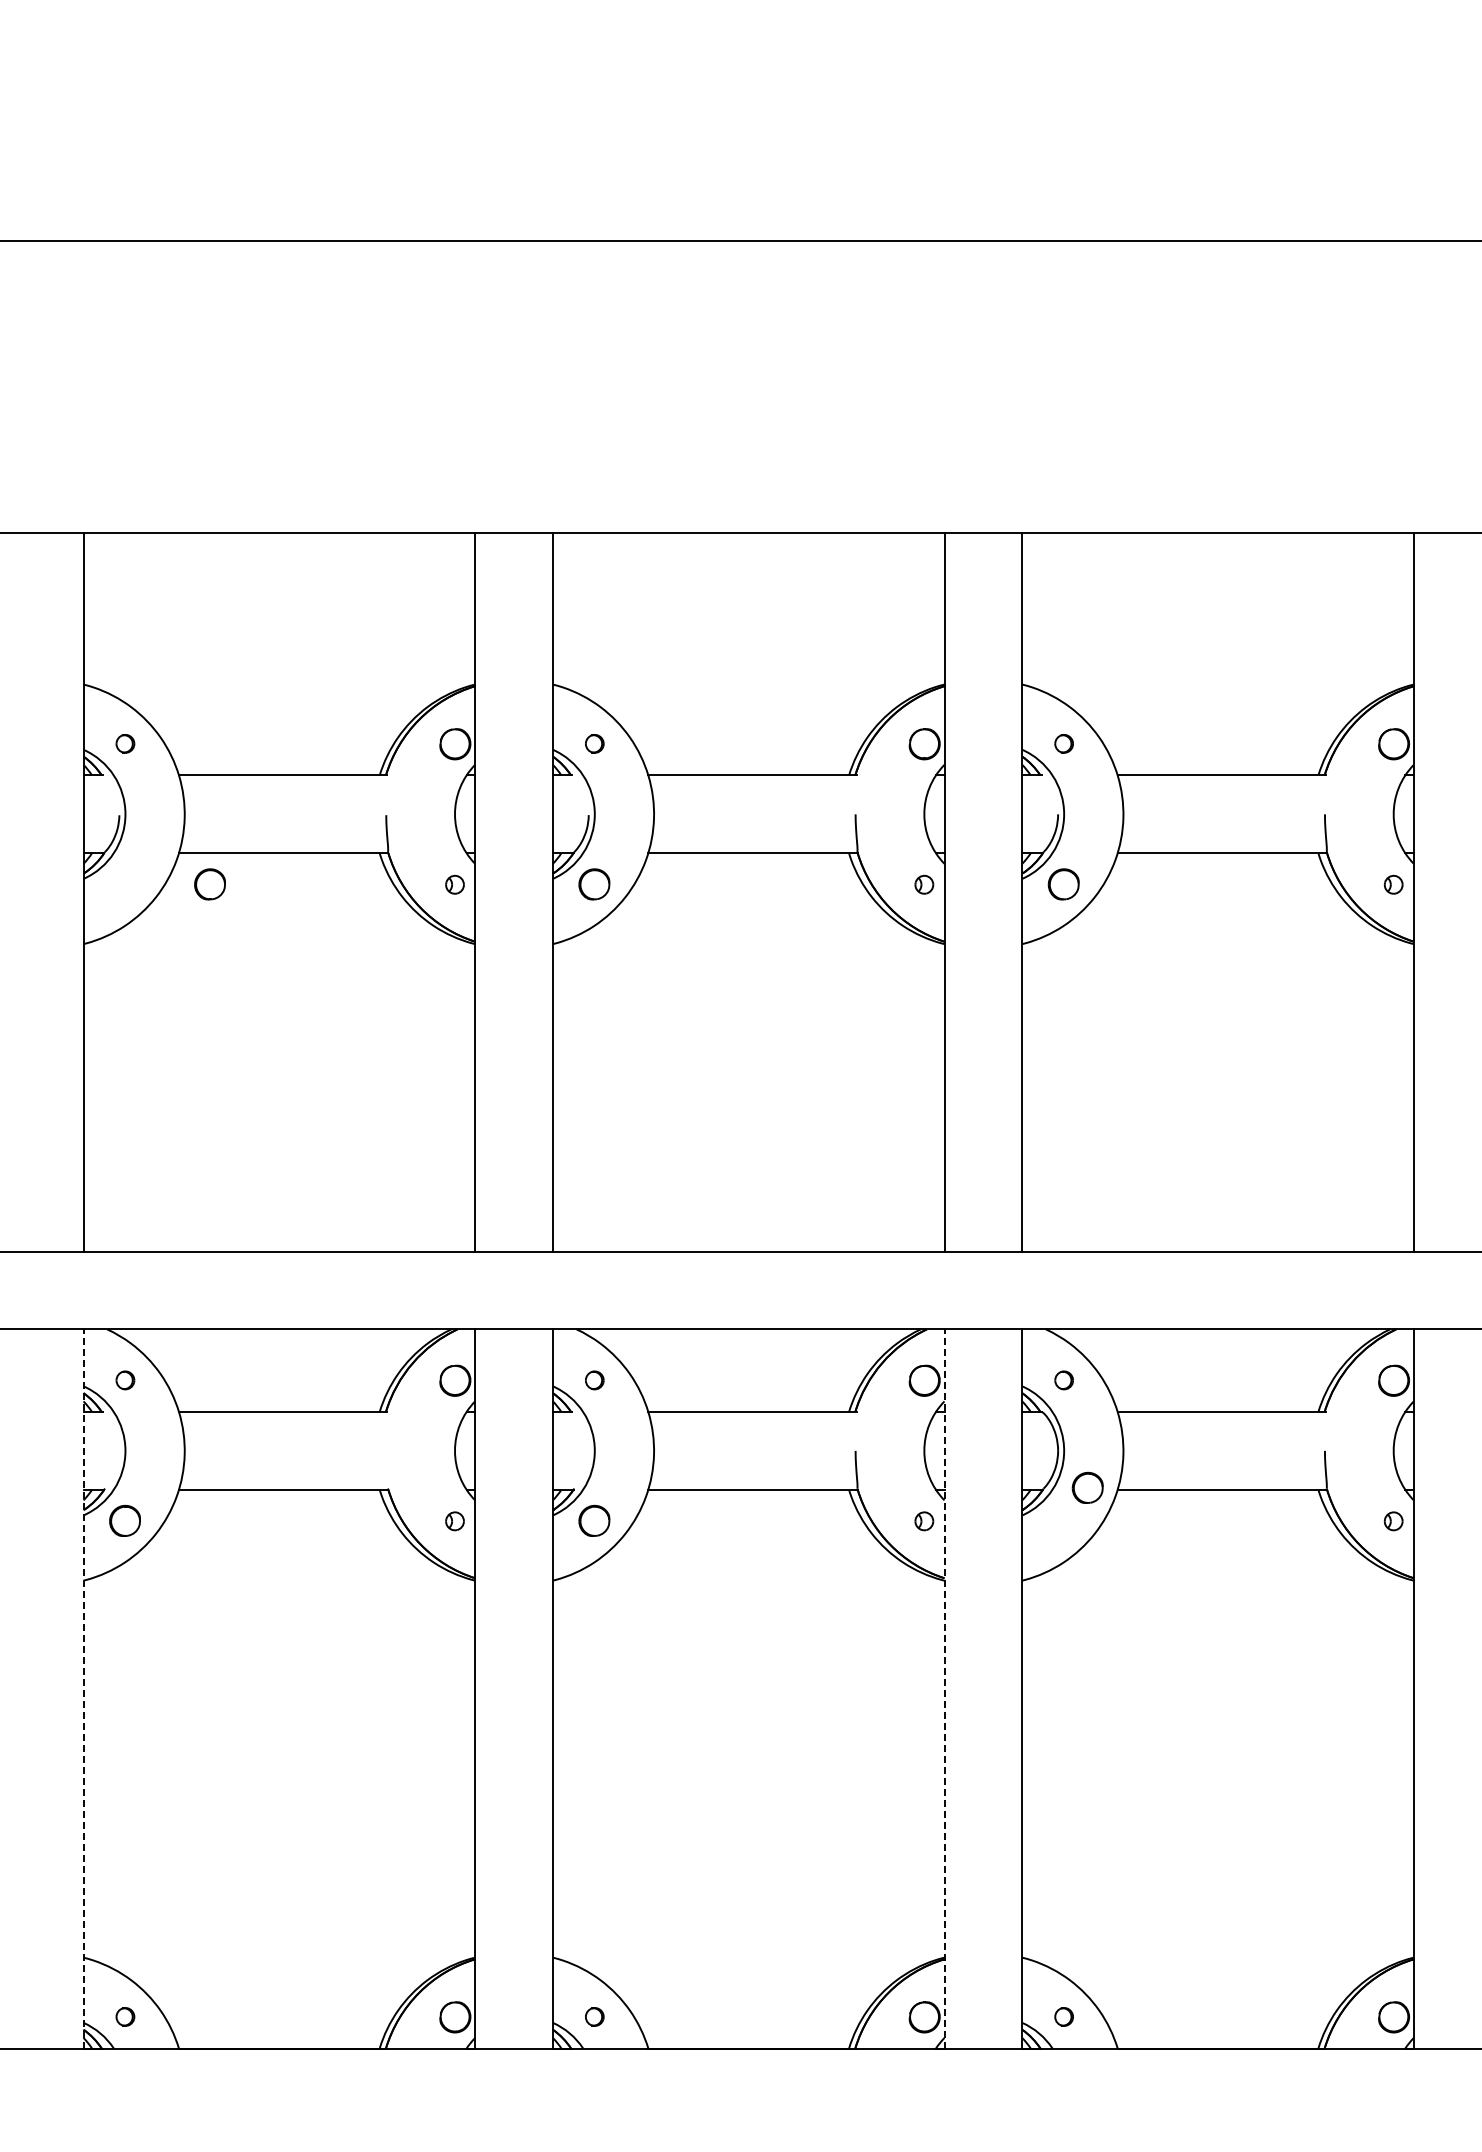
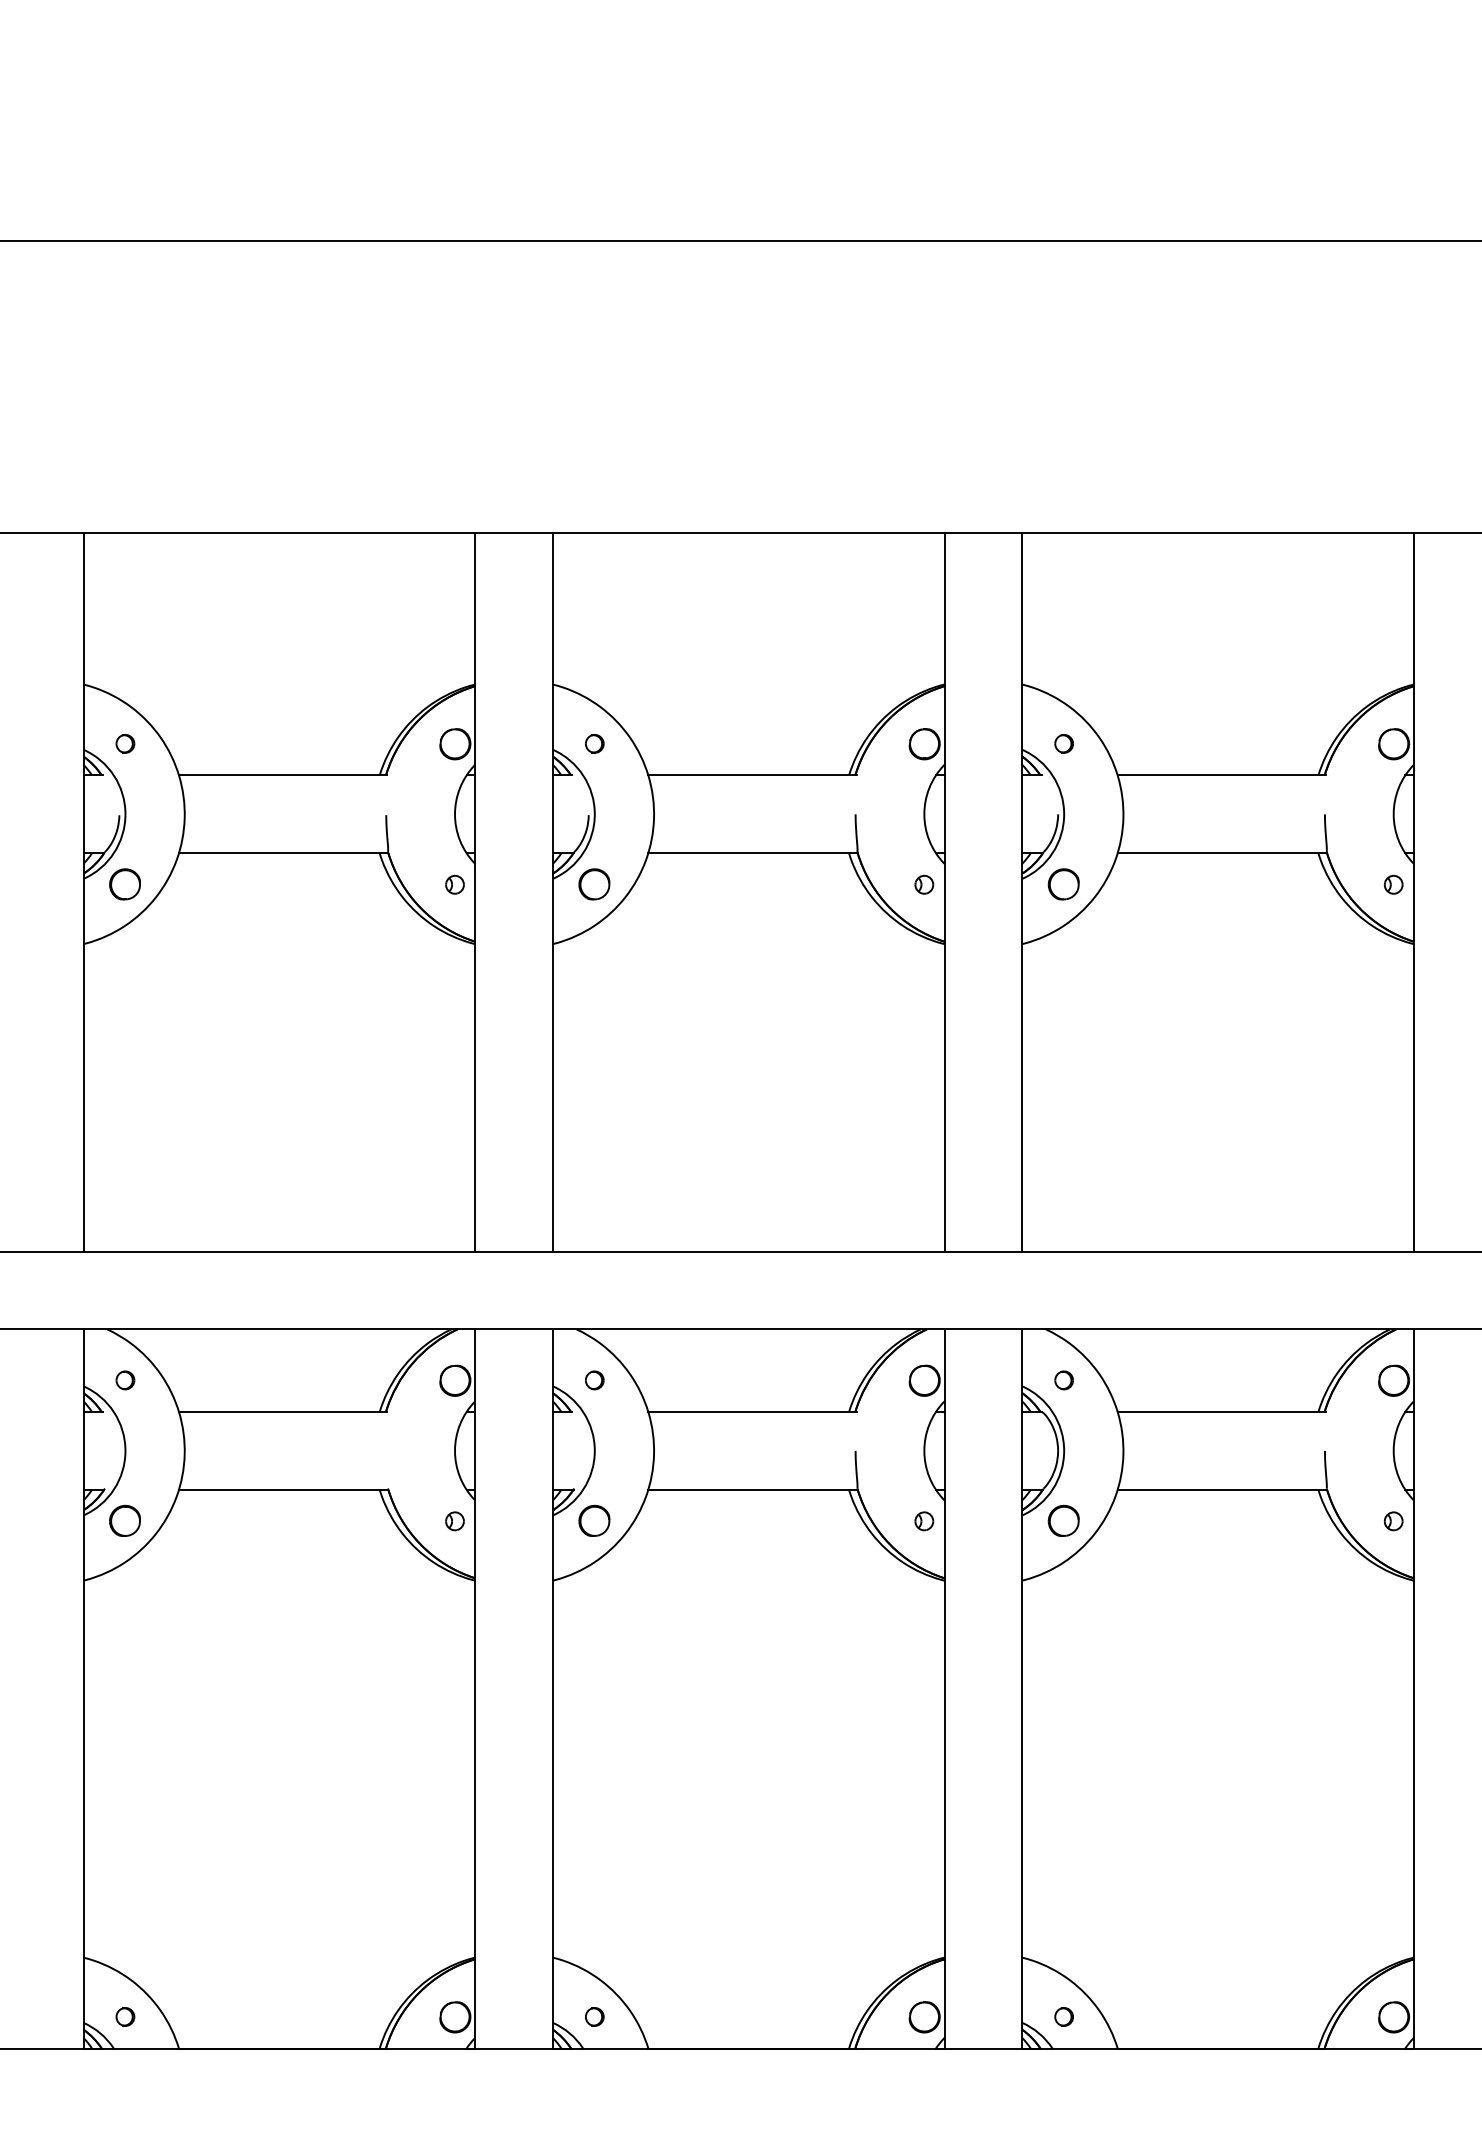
part at (209, 884) position: (209, 884) -> (124, 884)
part at (1087, 1487) position: (1087, 1487) -> (1063, 1520)
line at (83, 1688): dashed -> solid
line at (944, 1688): dashed -> solid
